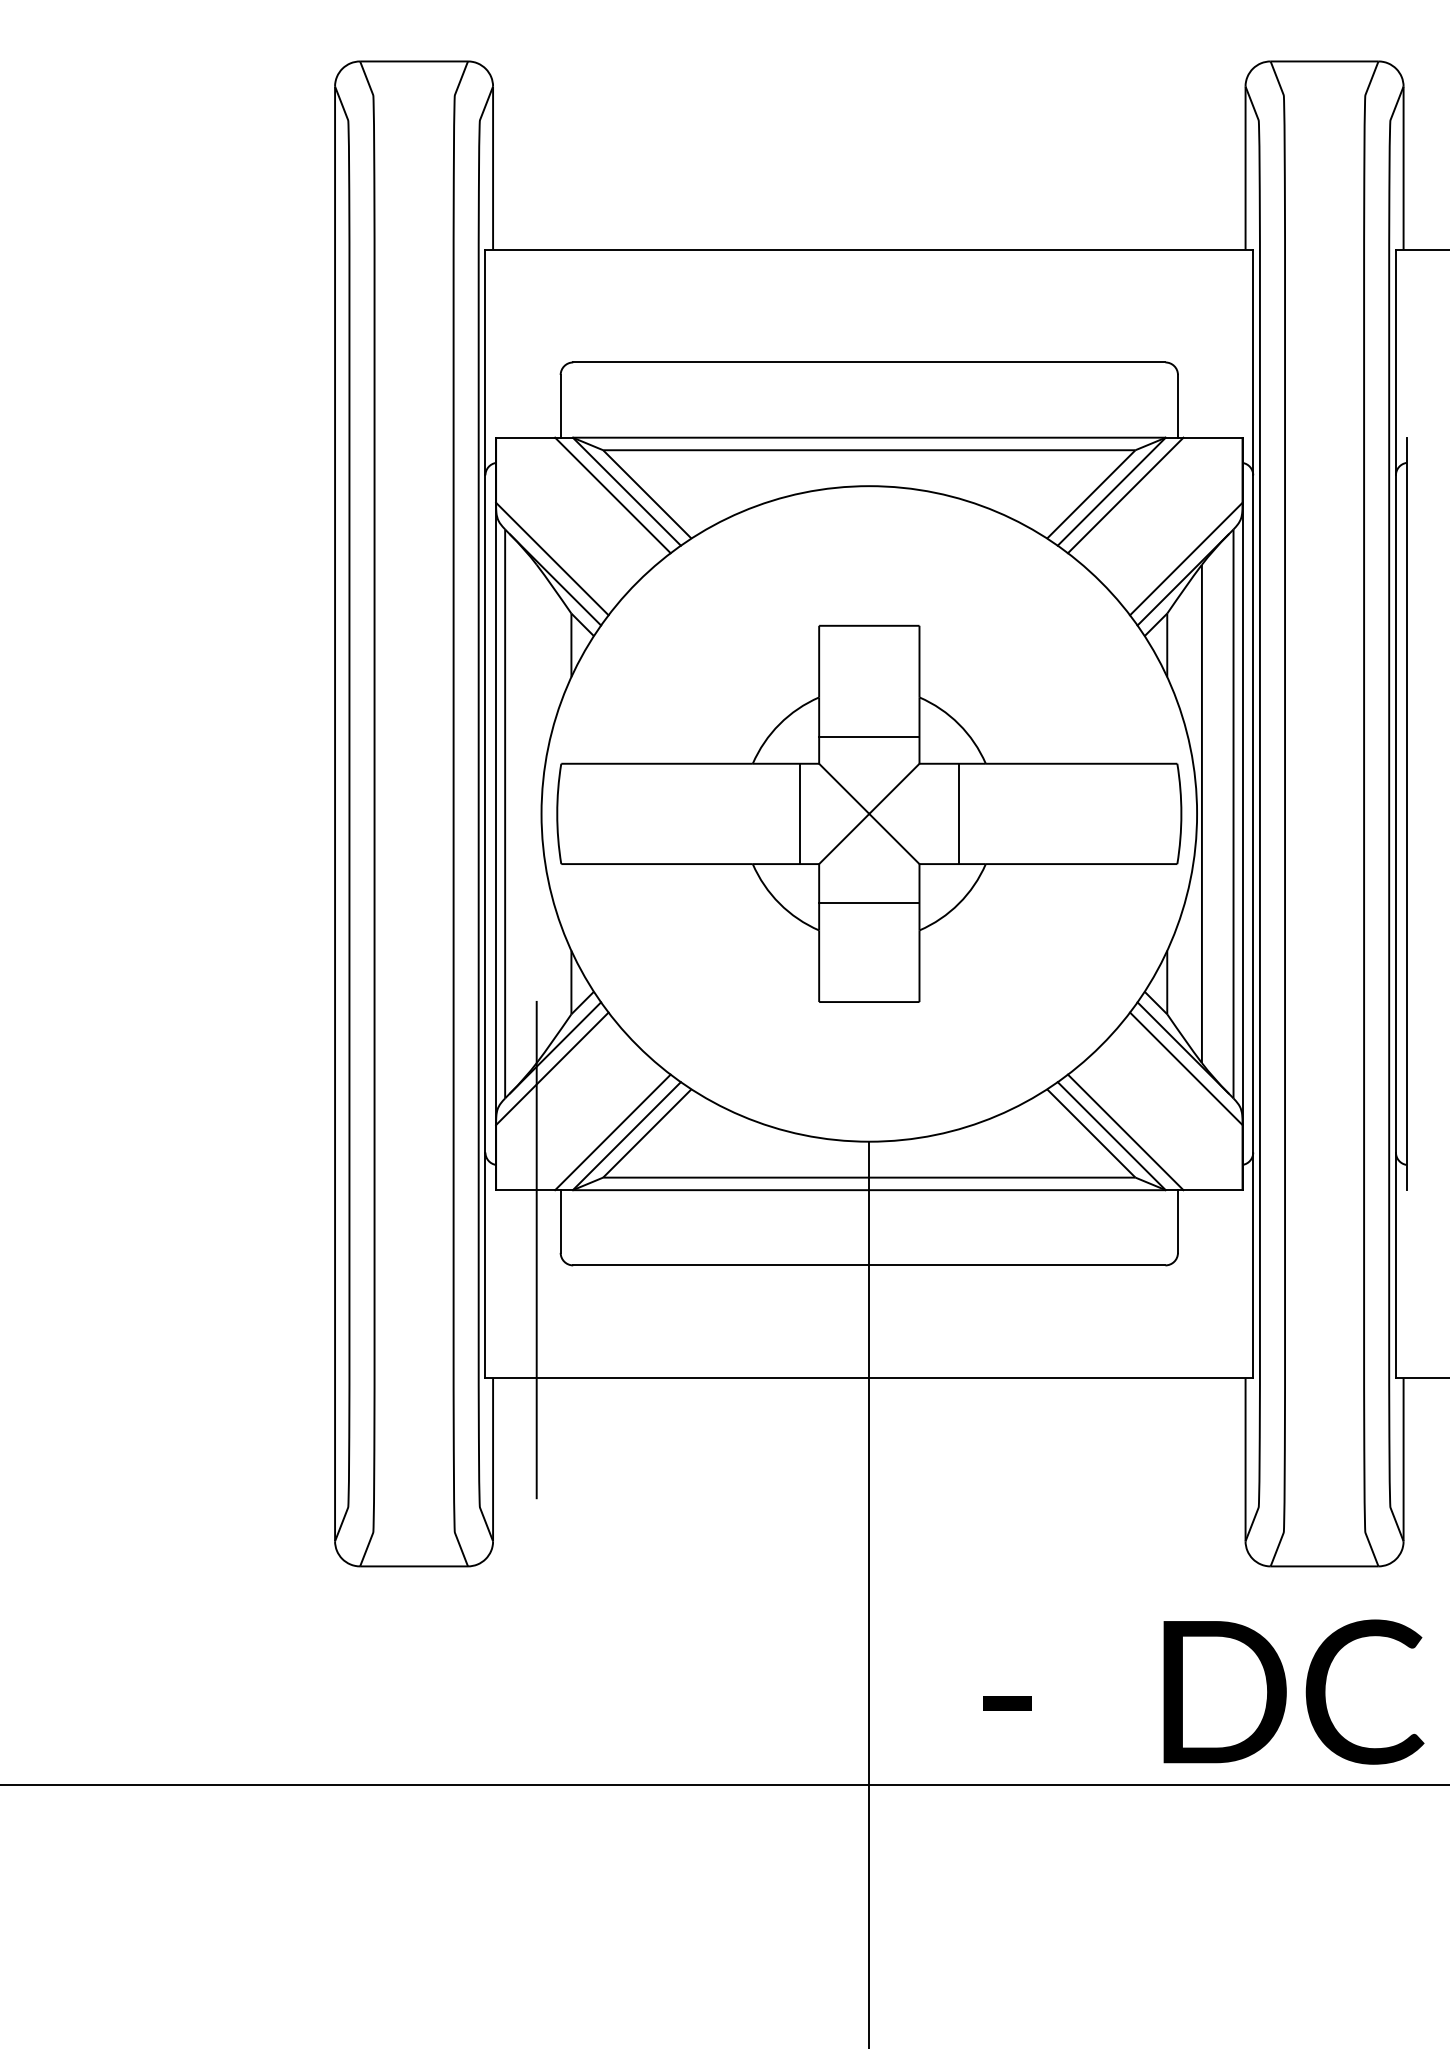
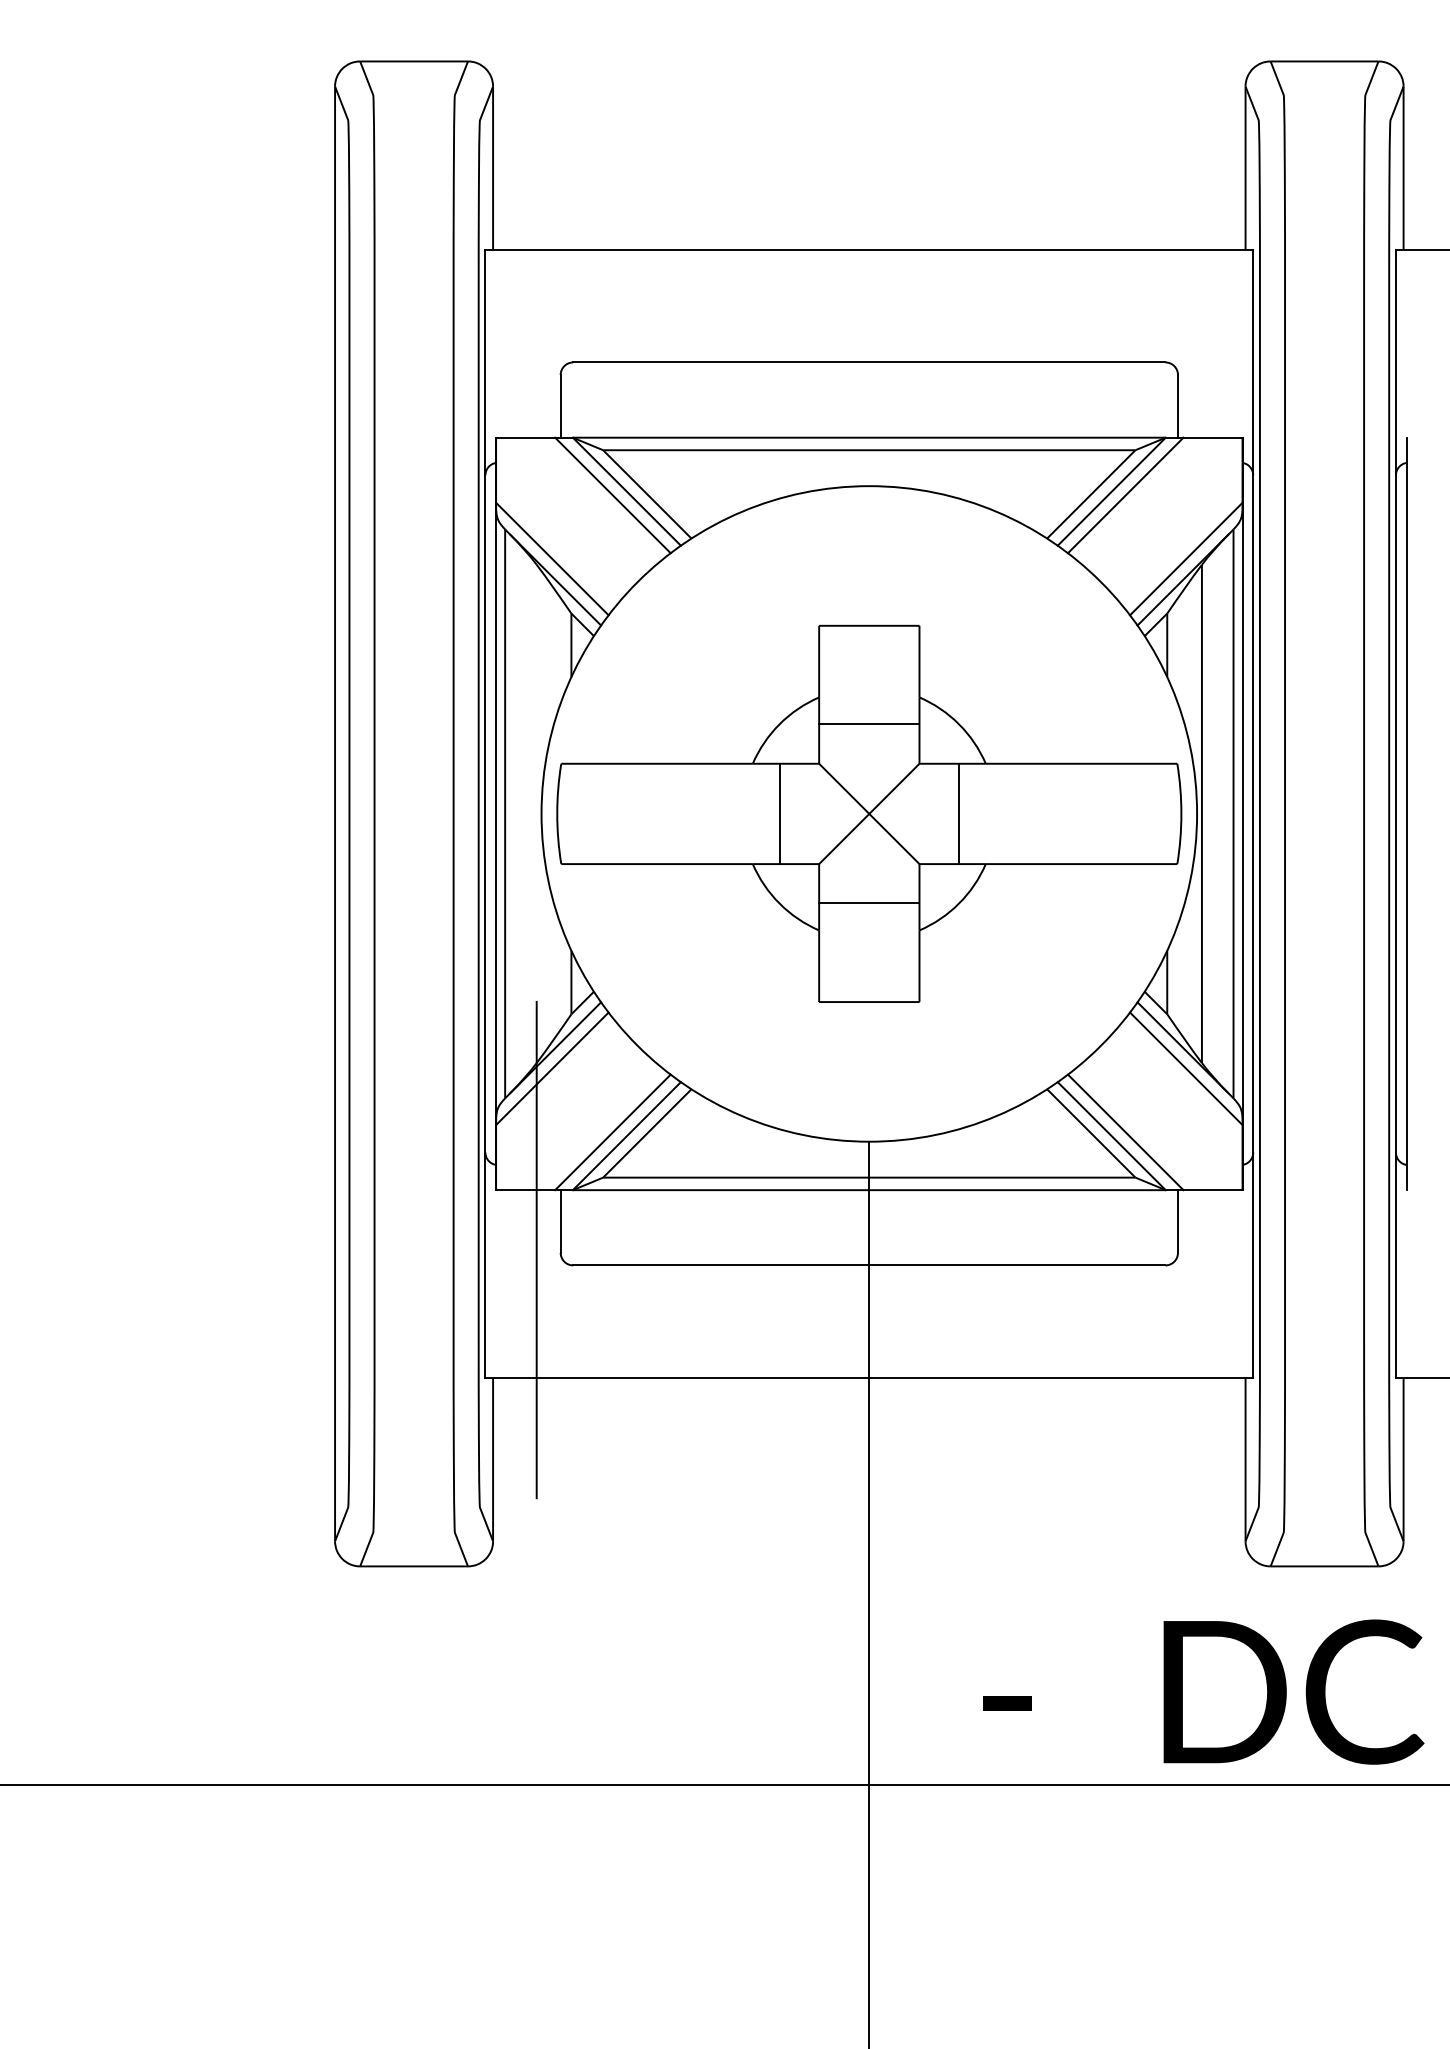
line at (869, 737) position: (869, 737) -> (869, 724)
line at (799, 813) position: (799, 813) -> (779, 813)
